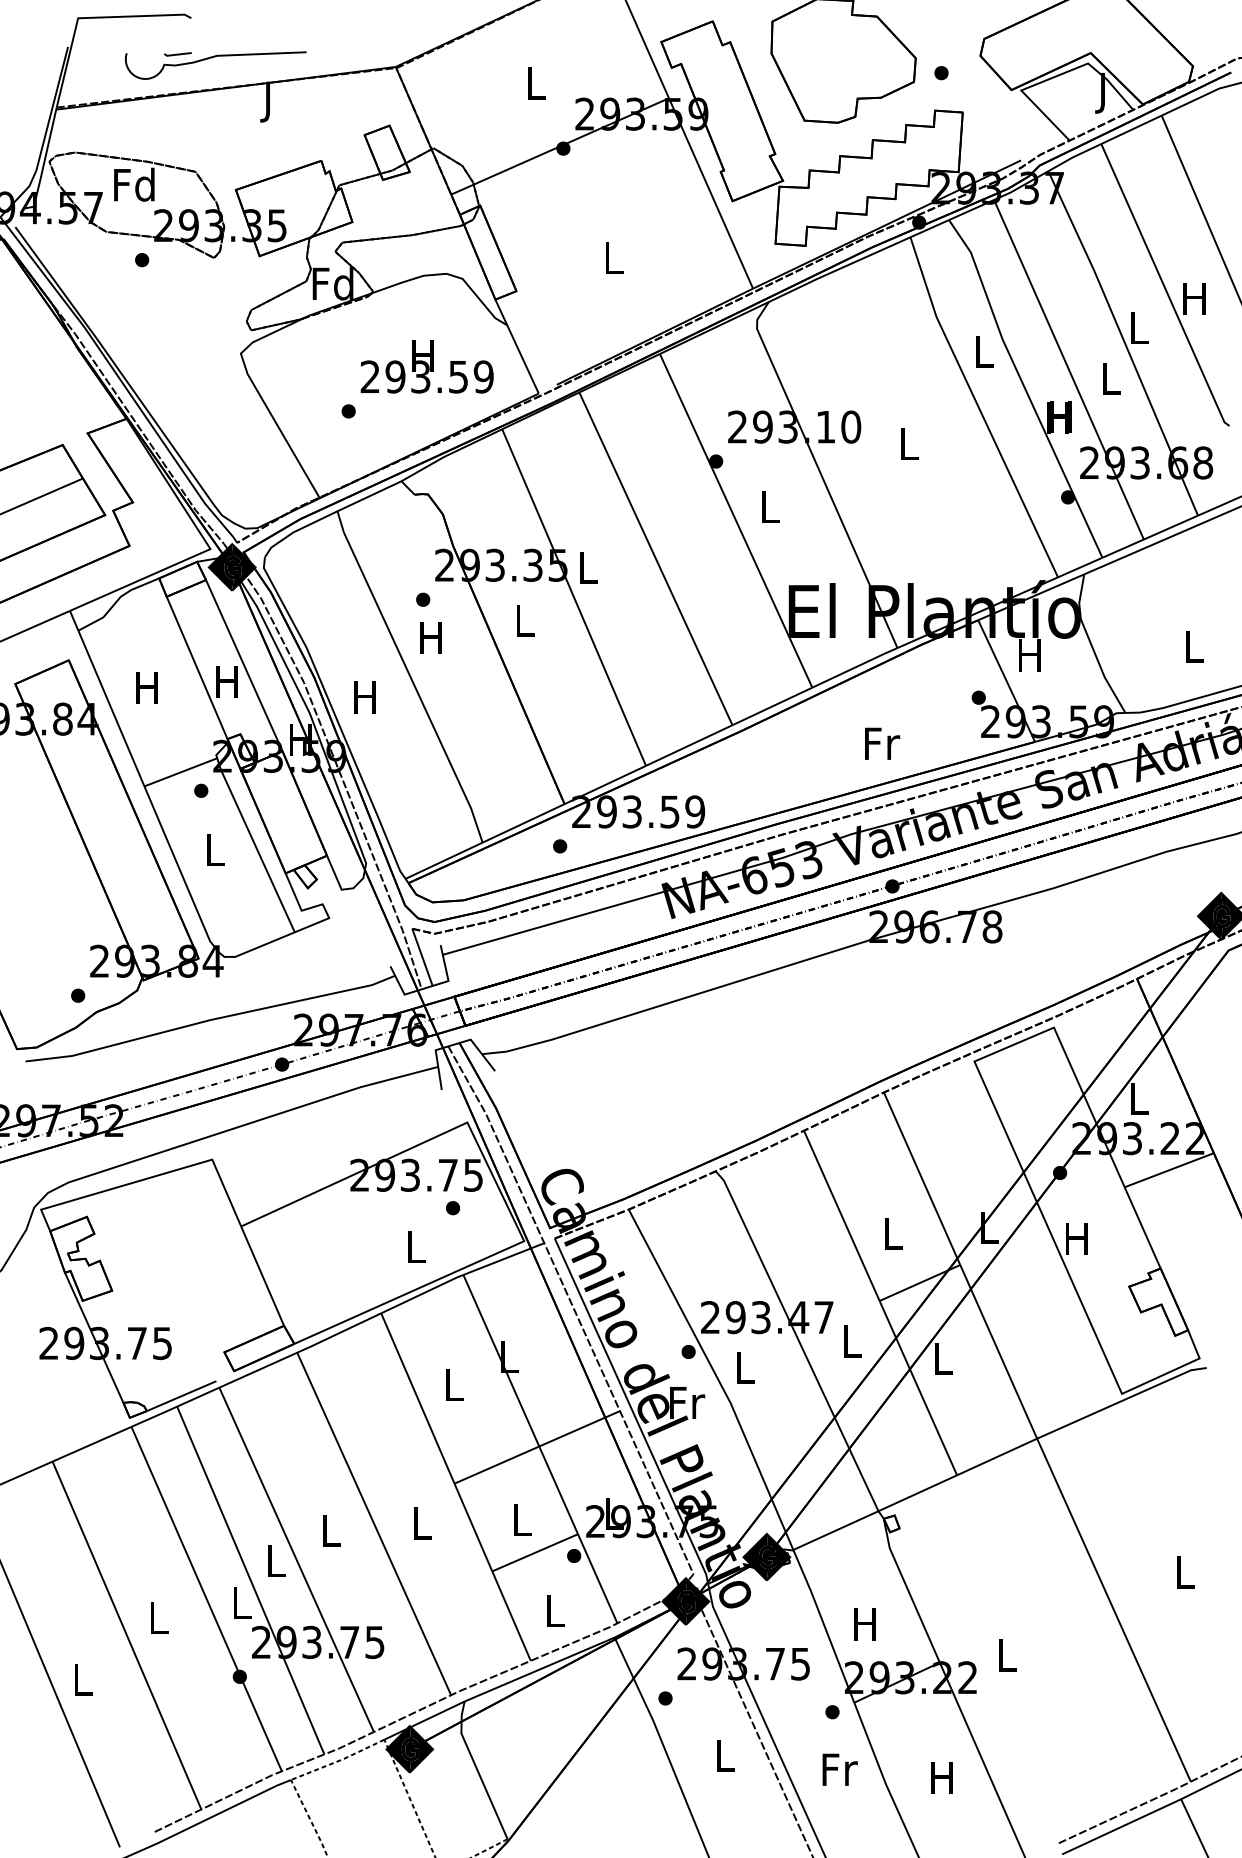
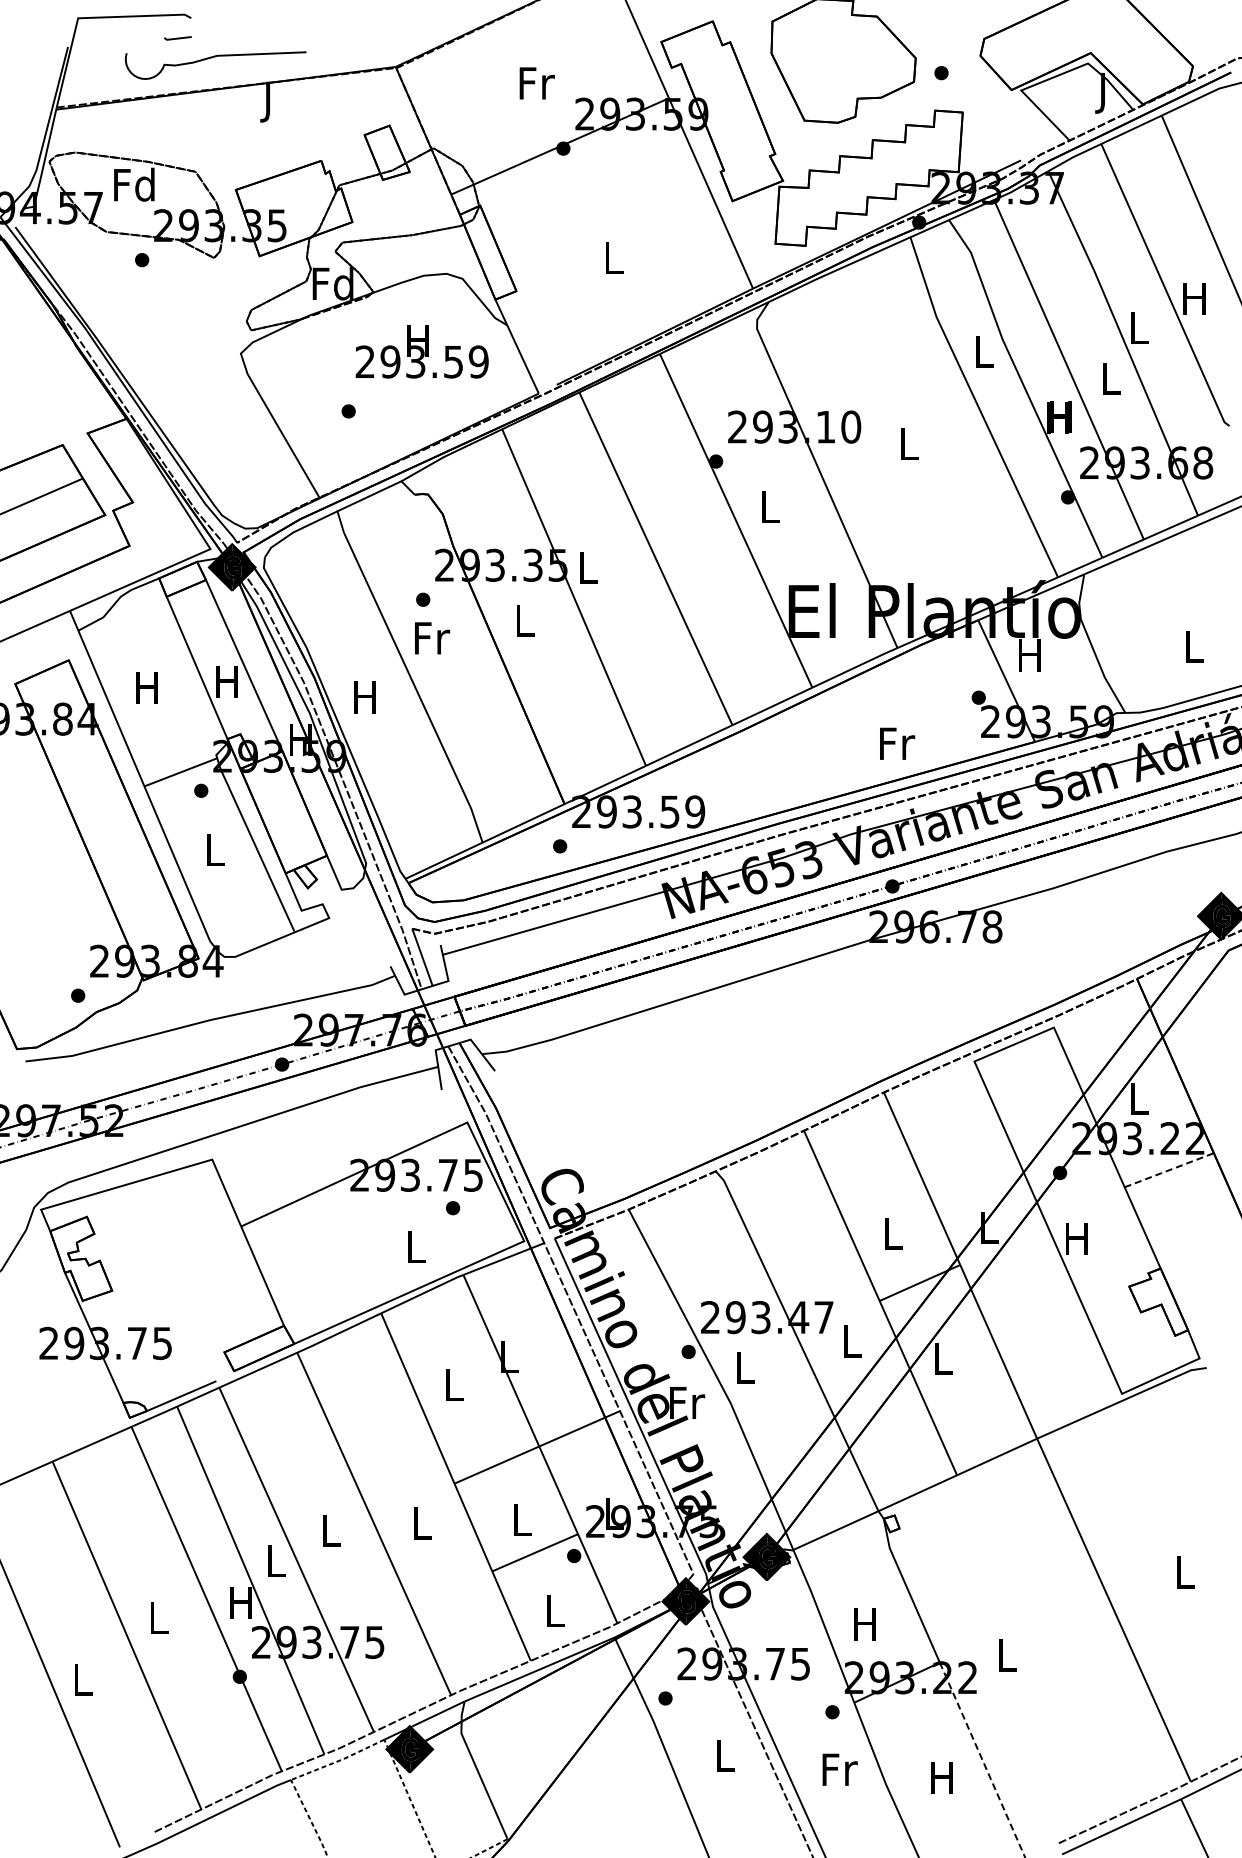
line at (177, 54) position: (177, 54) -> (177, 38)
text at (536, 83): L -> Fr
text at (426, 366) position: (426, 366) -> (421, 351)
text at (432, 638): H -> Fr
text at (882, 743) position: (882, 743) -> (897, 743)
line at (1169, 1170): solid -> dashed
text at (240, 1602): L -> H
line at (982, 1760): solid -> dashed
